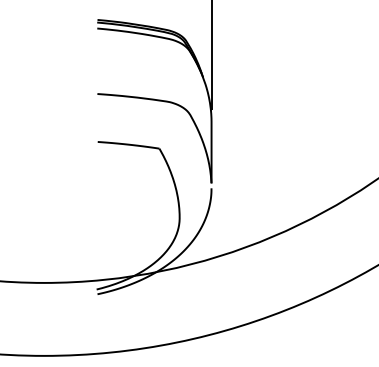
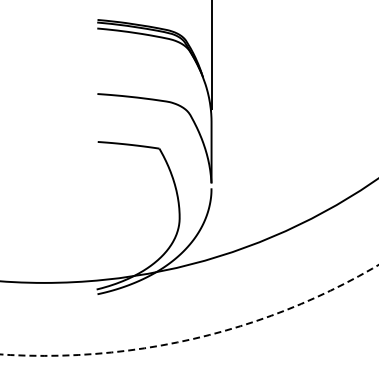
circle at (189, 309): solid -> dashed
